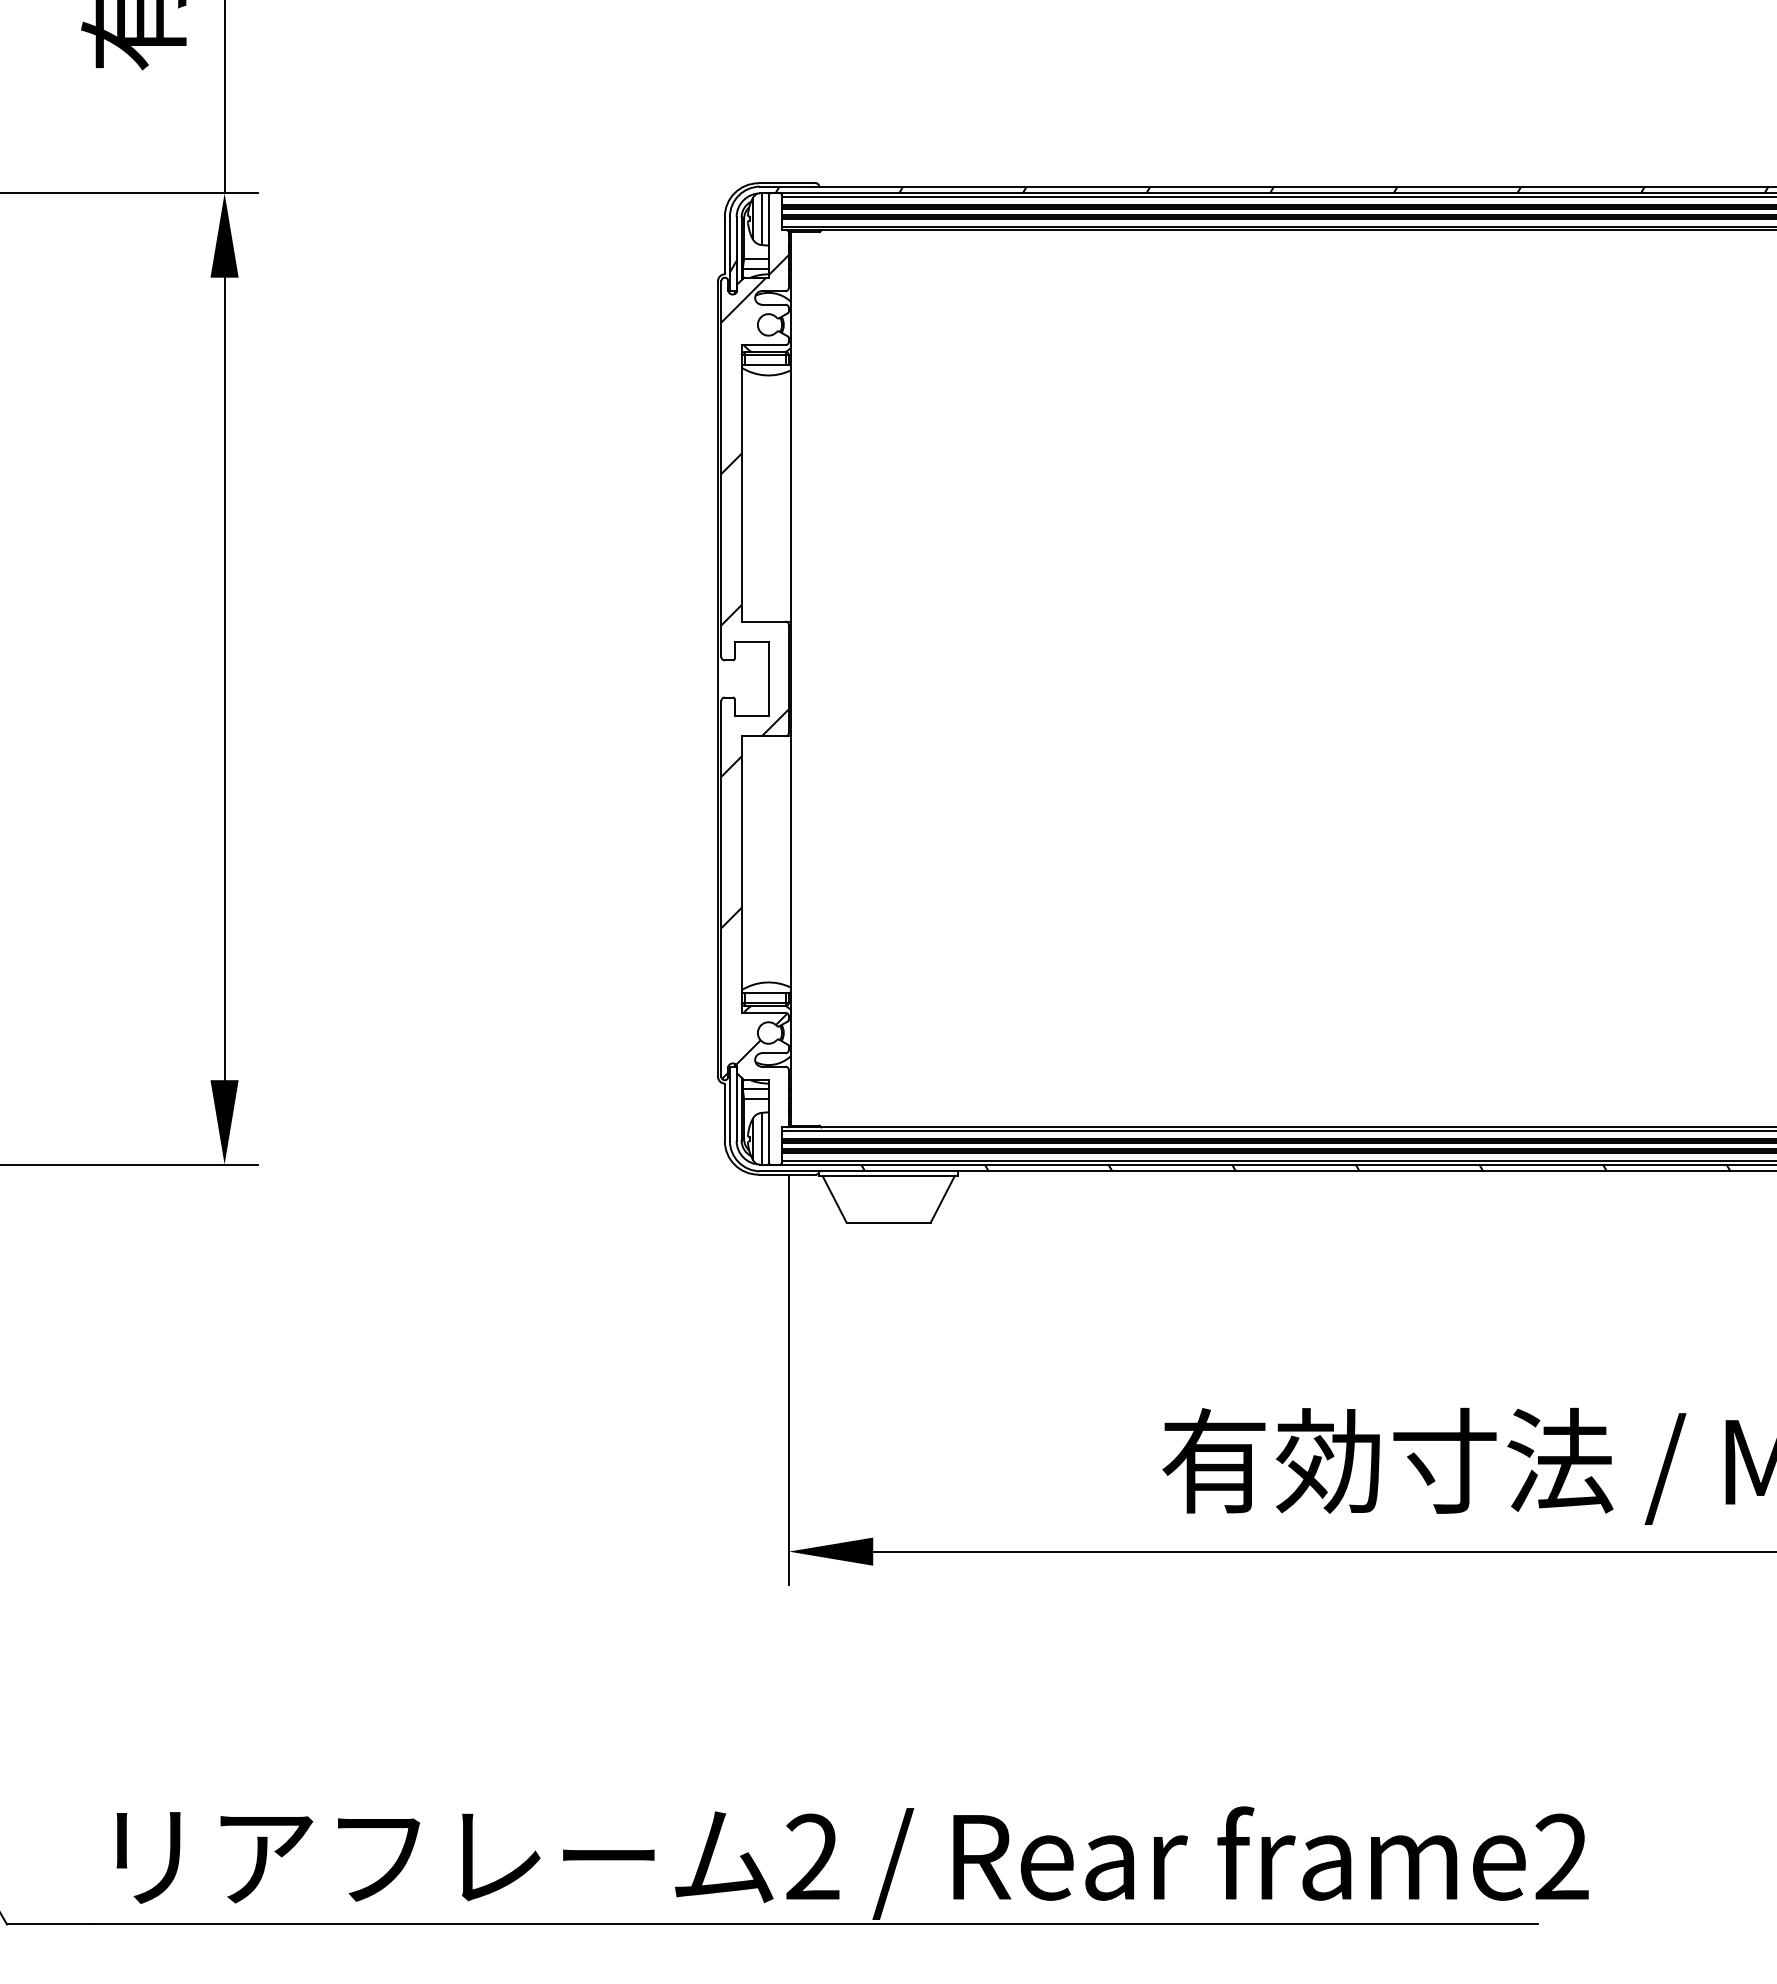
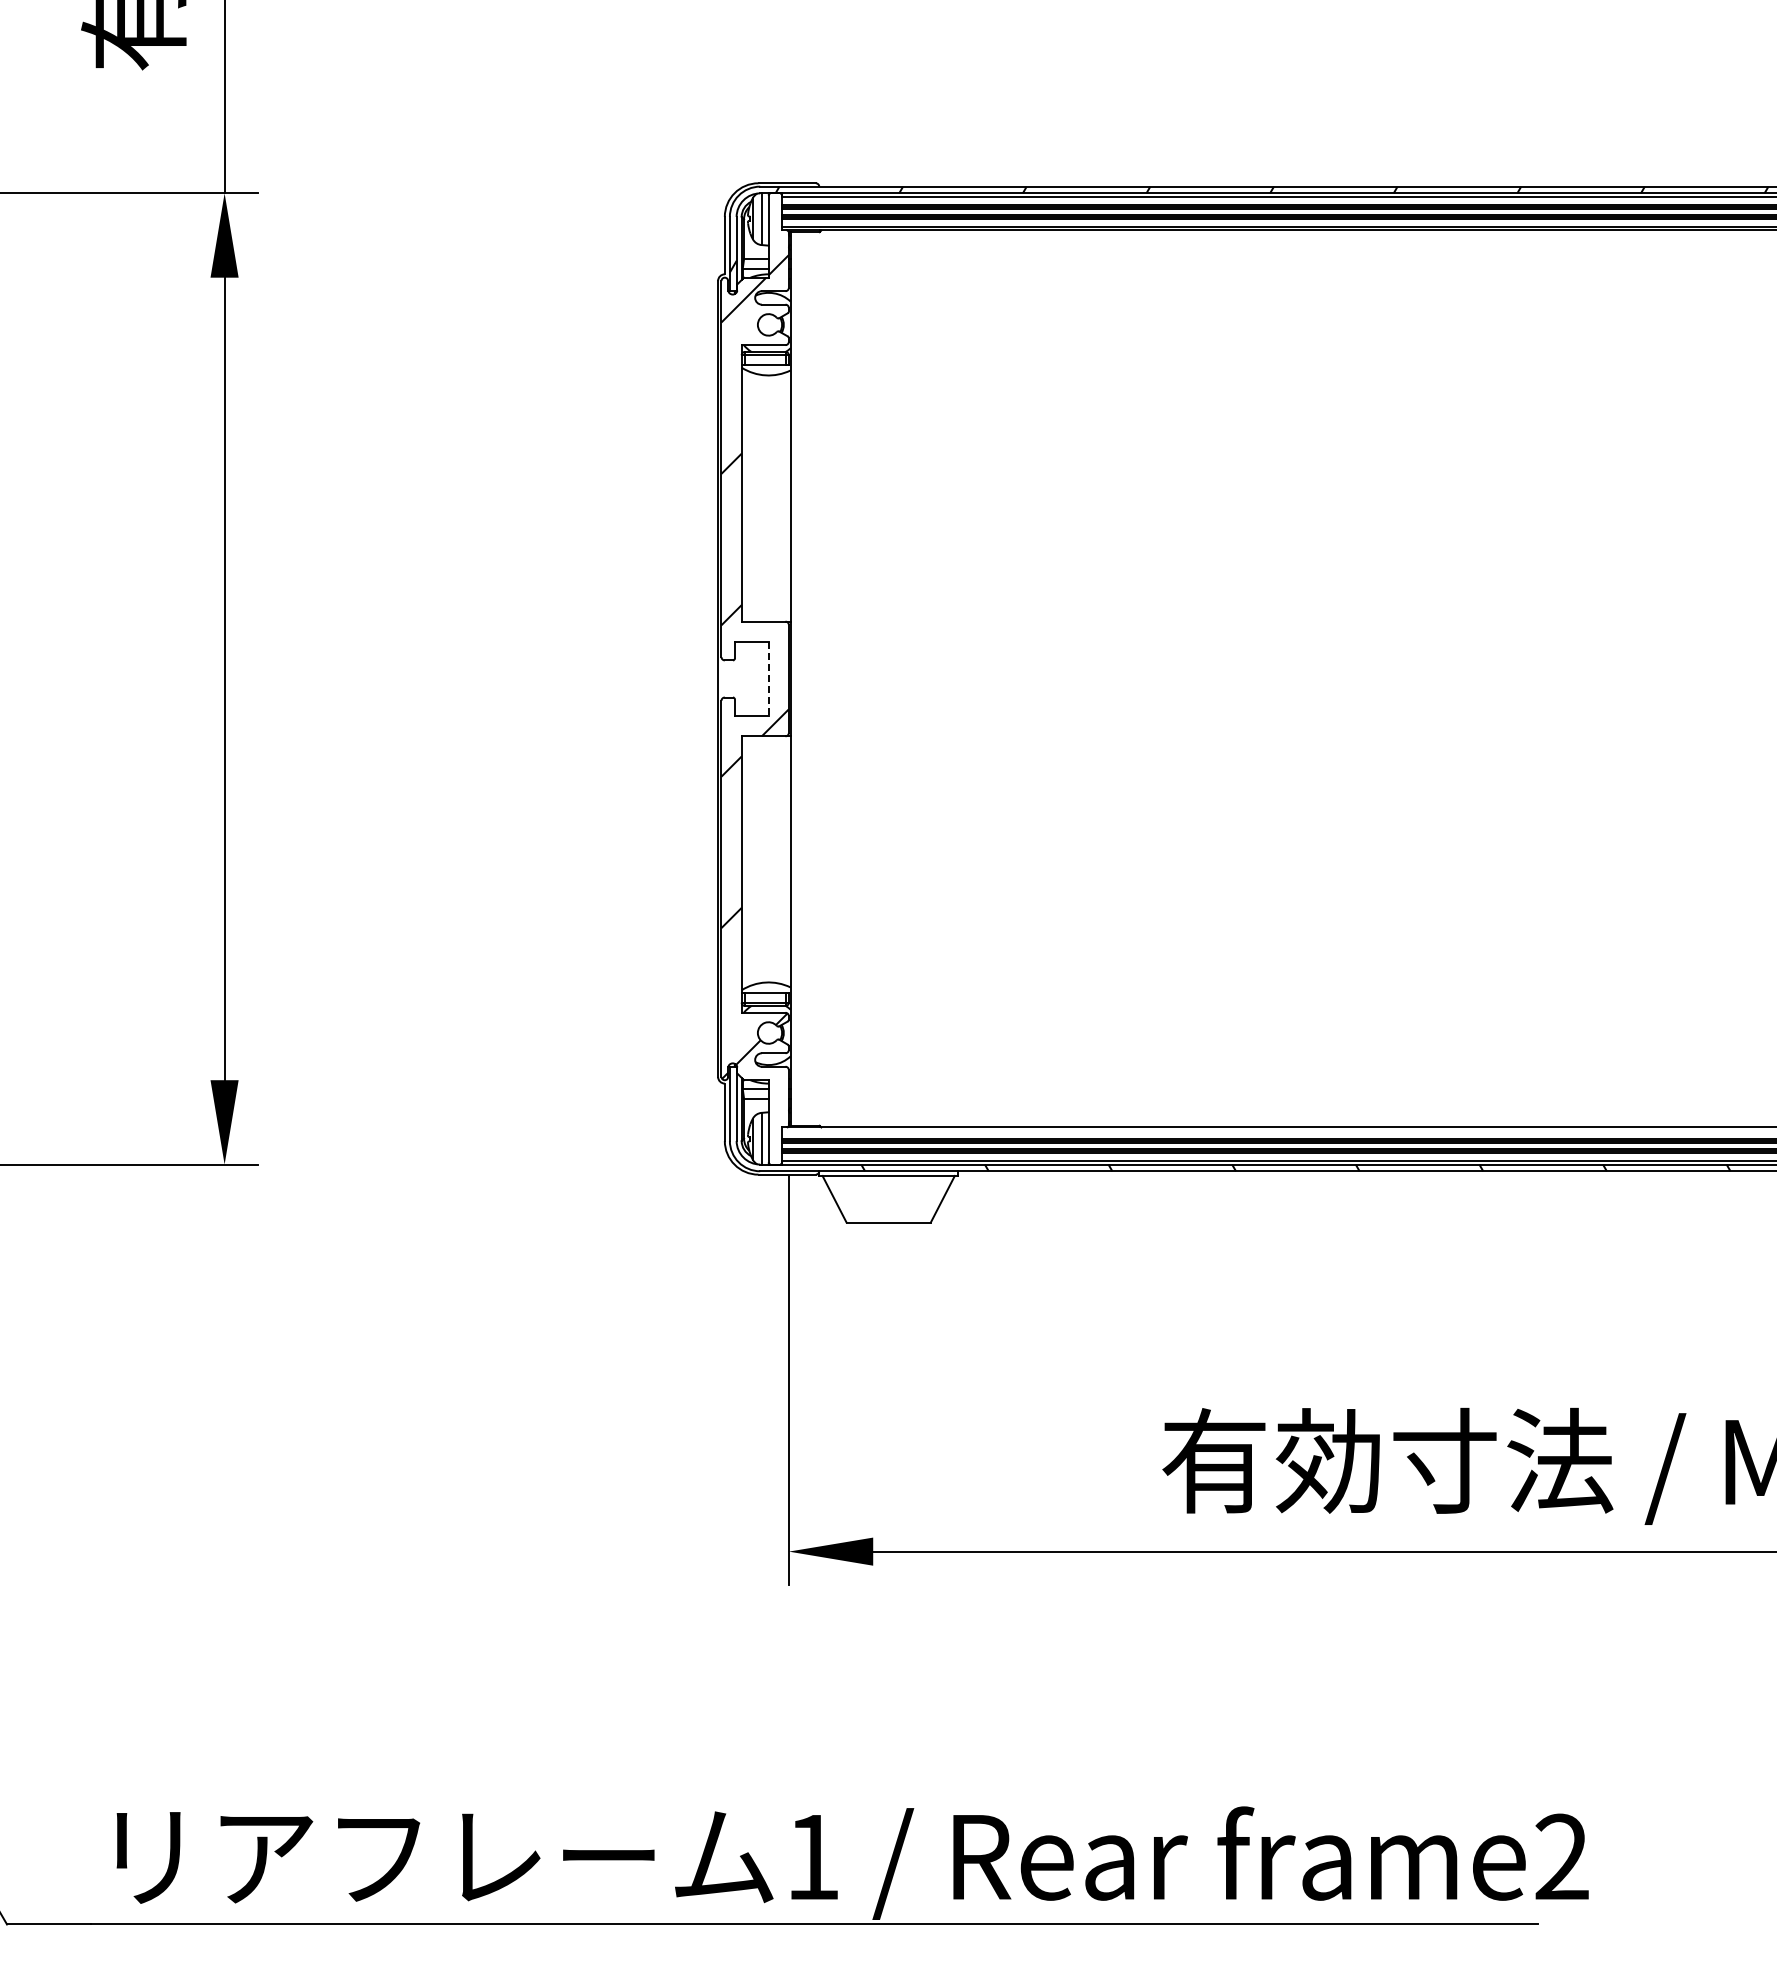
line at (768, 679): solid -> dashed
line at (1277, 1130): present -> none
text at (812, 1856): 2 -> 1
